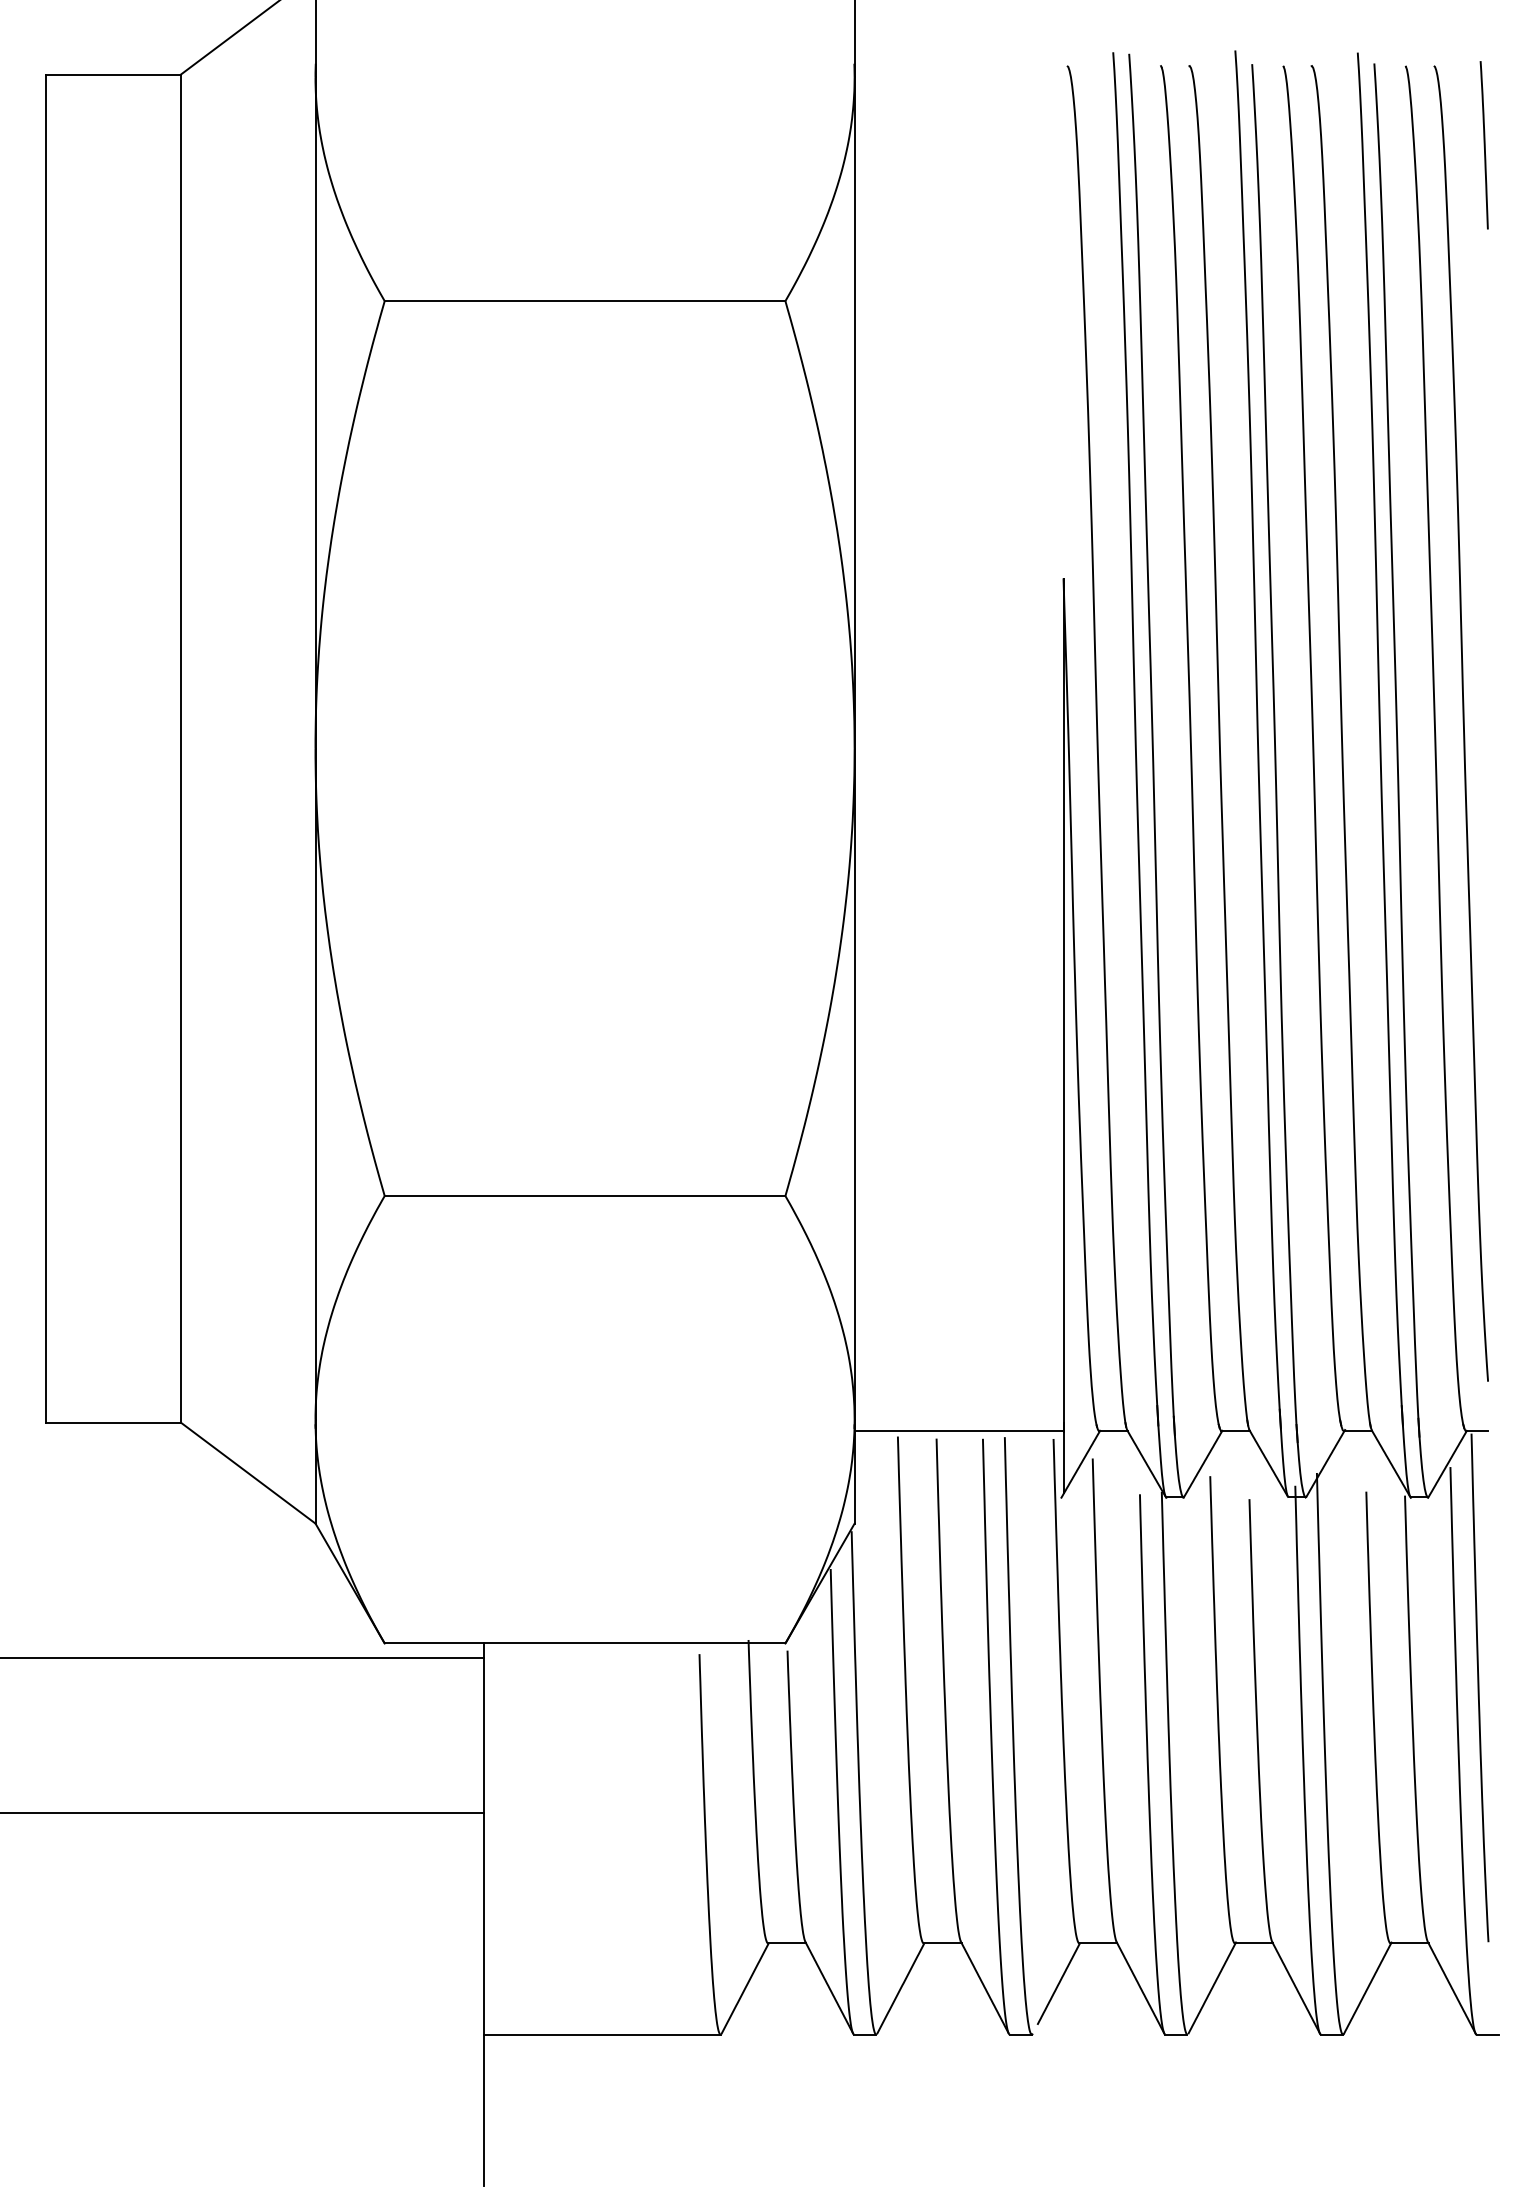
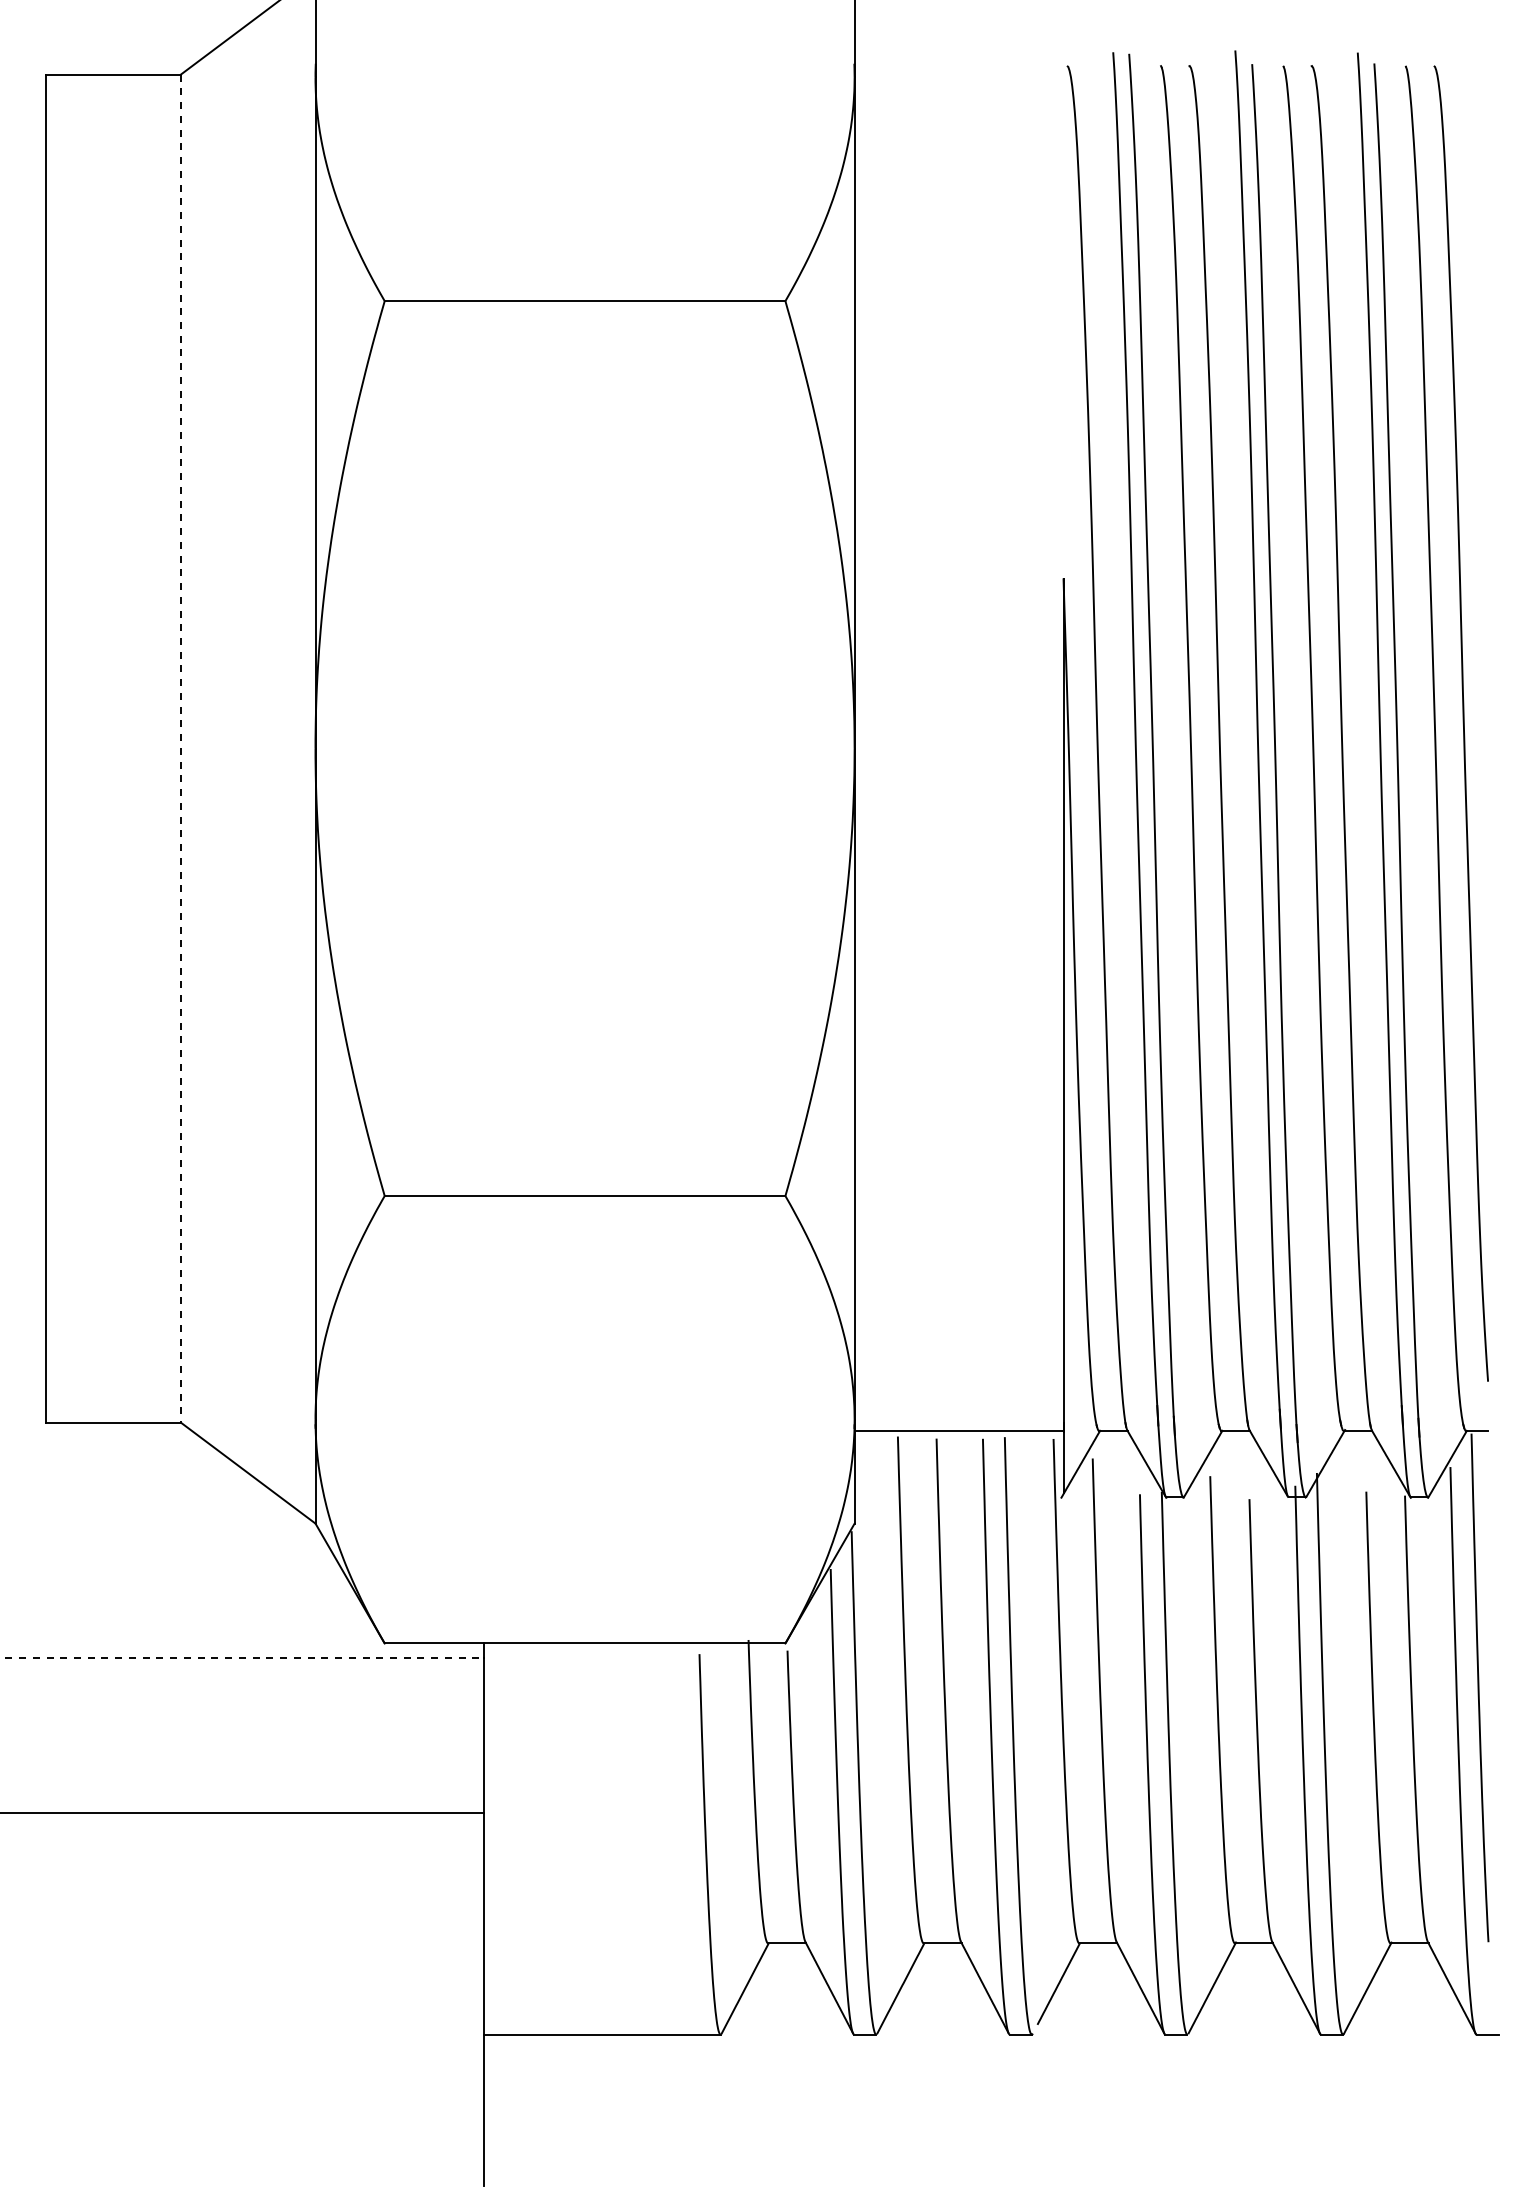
line at (1483, 145): present -> none
line at (180, 748): solid -> dashed
line at (242, 1658): solid -> dashed
